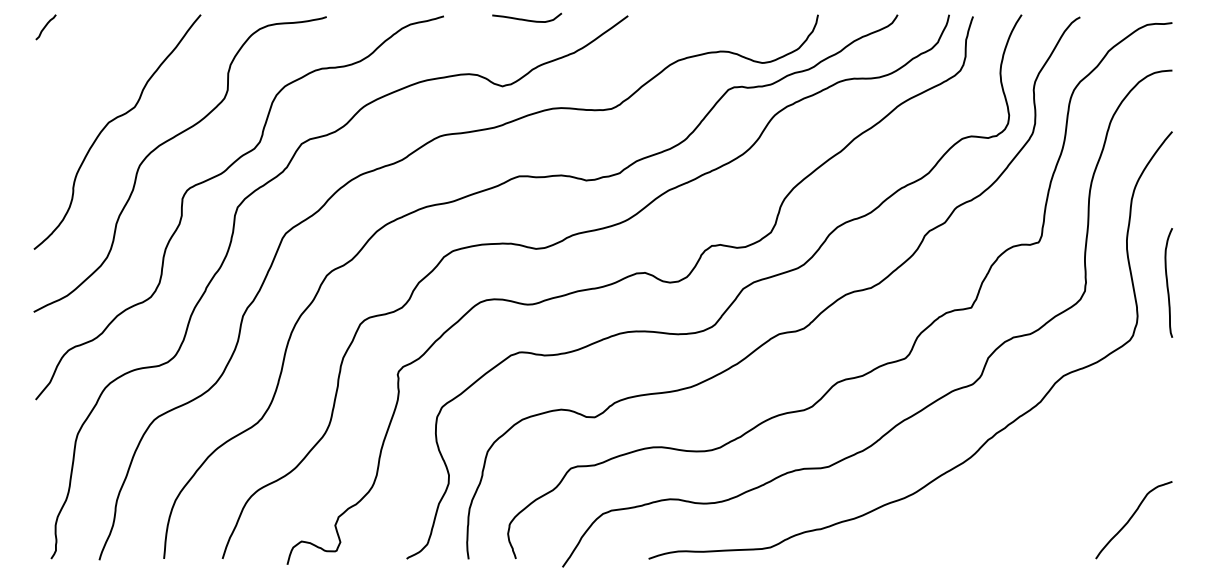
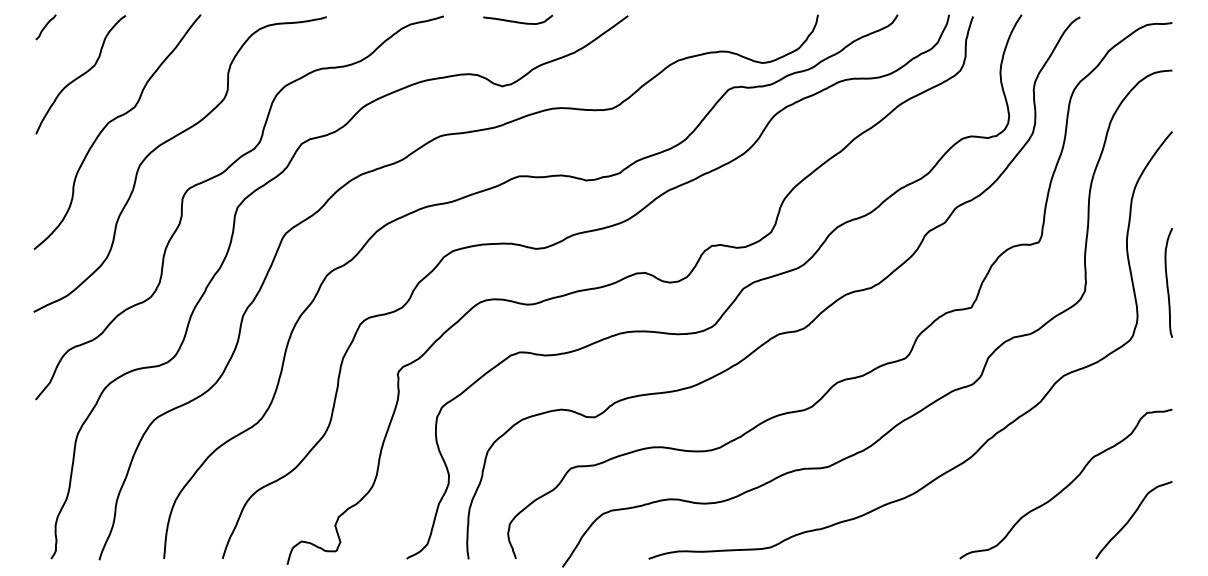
curve at (526, 19) position: (526, 19) -> (517, 21)
curve at (81, 74): none -> present
curve at (1067, 484): none -> present
